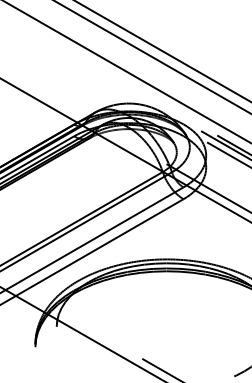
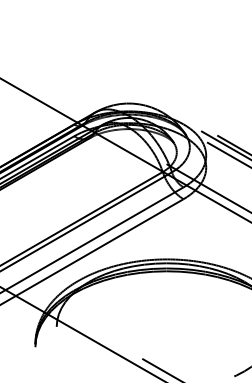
line at (162, 51): present -> none
line at (152, 57): present -> none
line at (126, 71): present -> none
